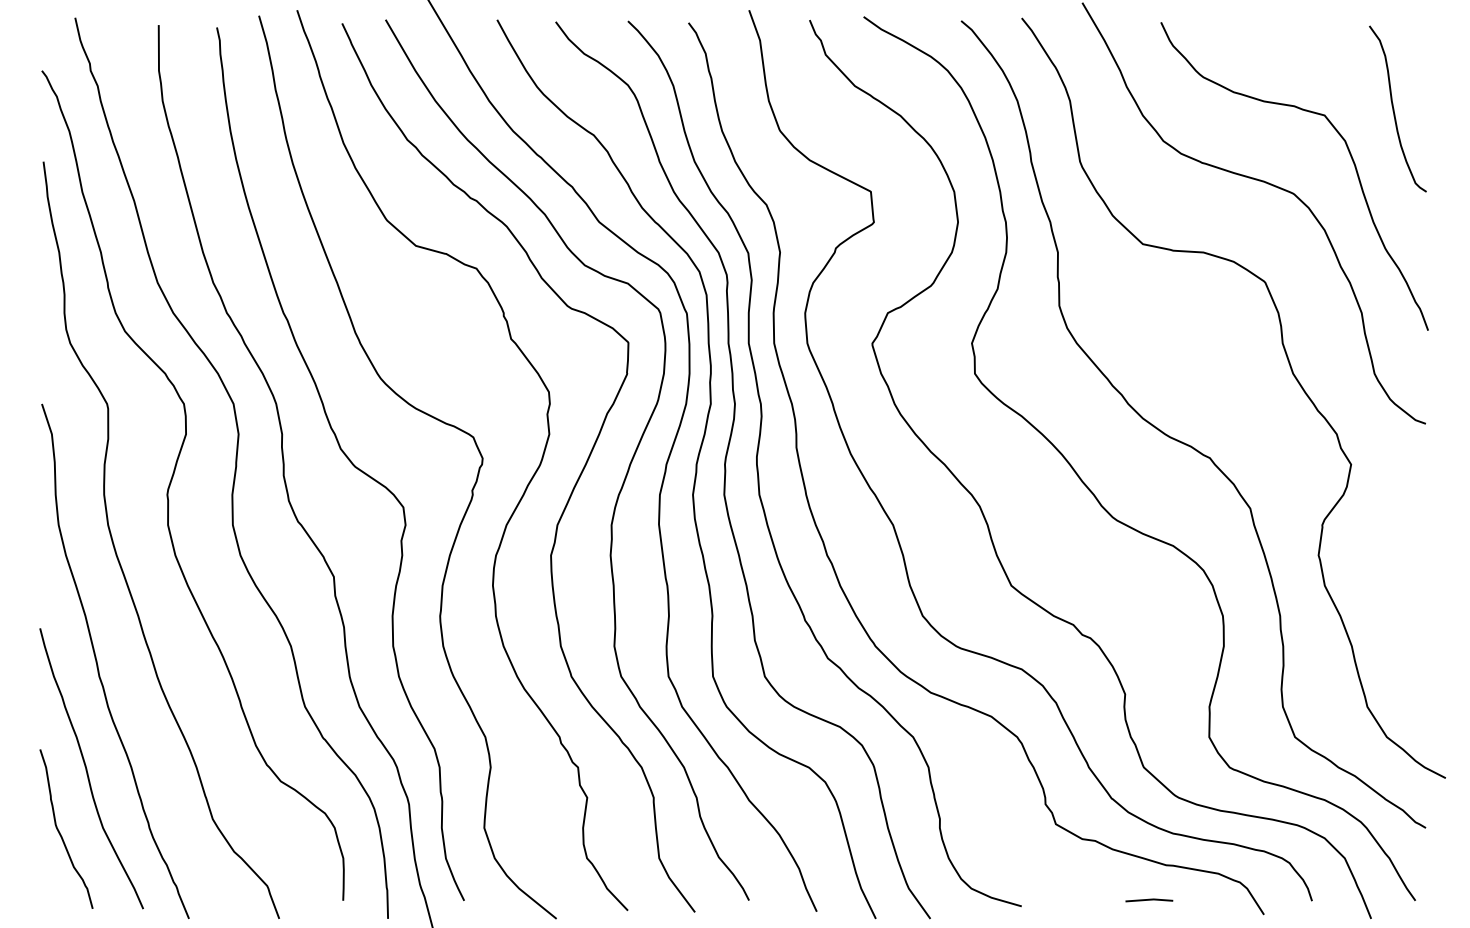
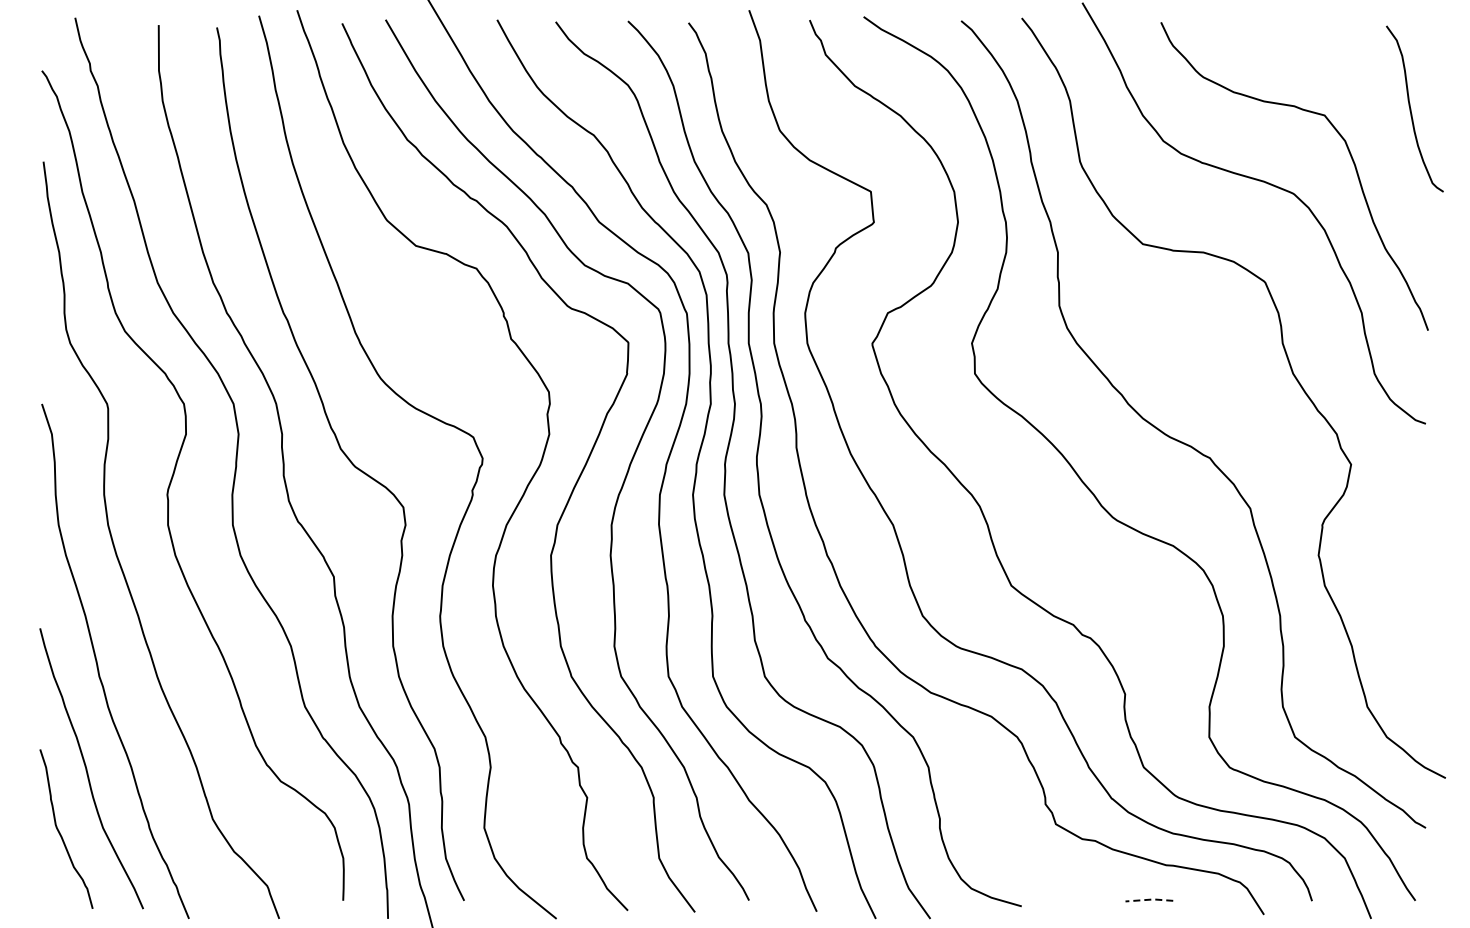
curve at (1394, 108) position: (1394, 108) -> (1411, 108)
line at (1149, 899): solid -> dashed
